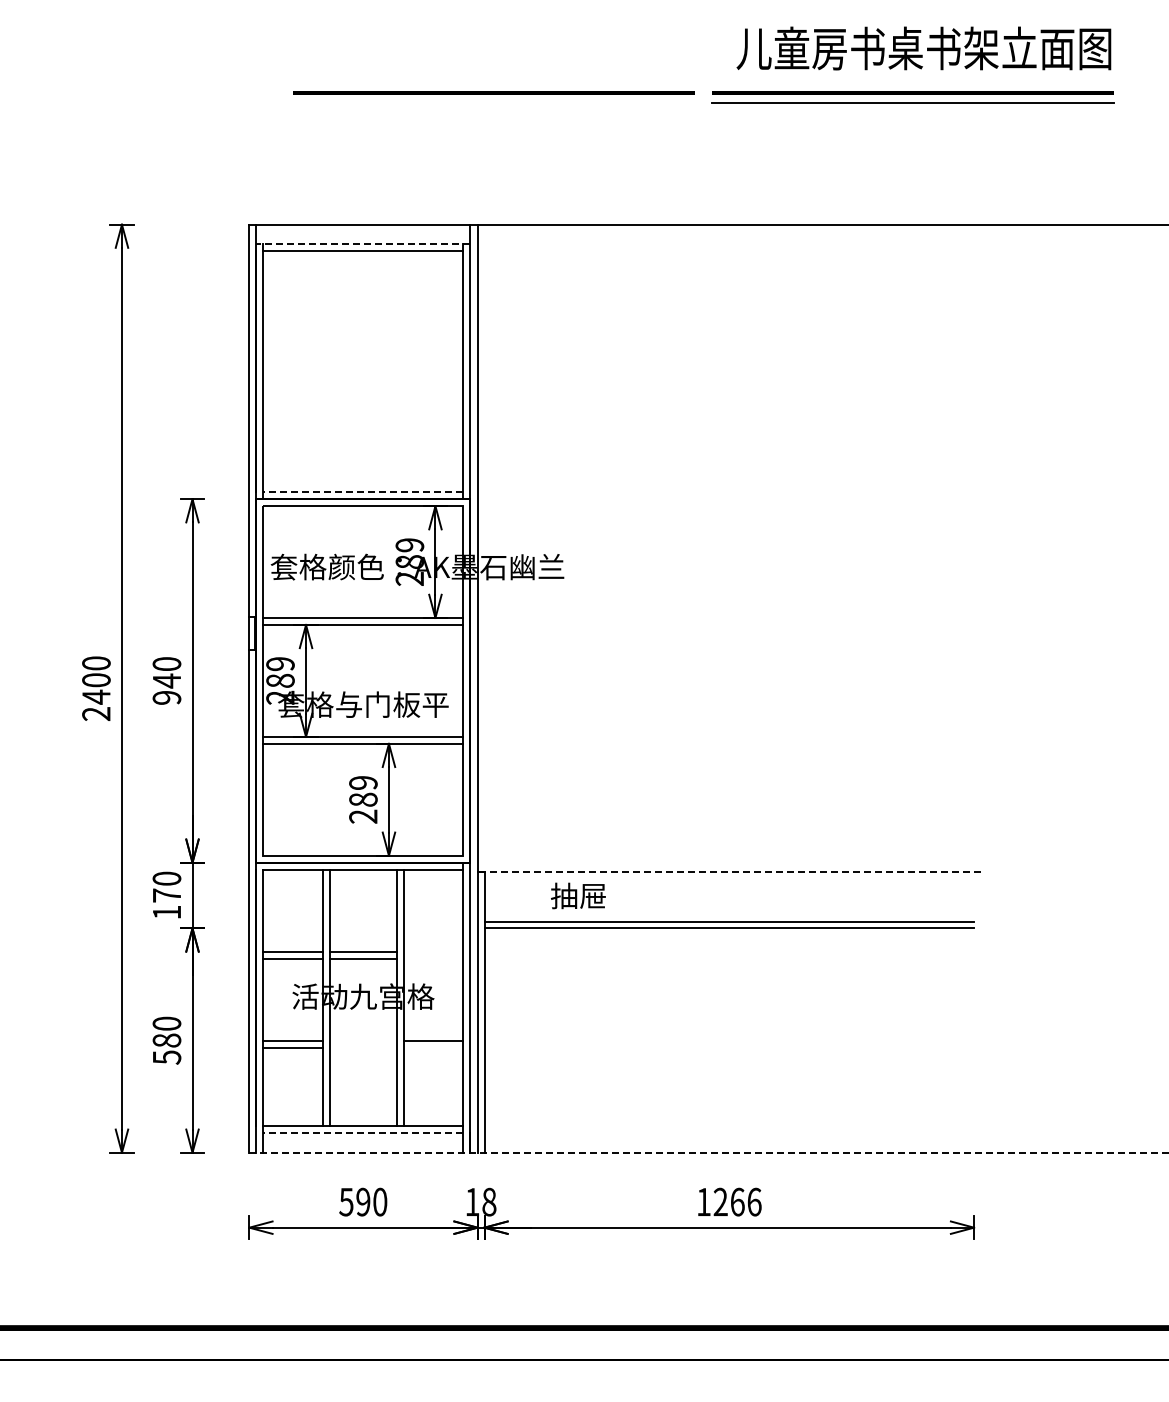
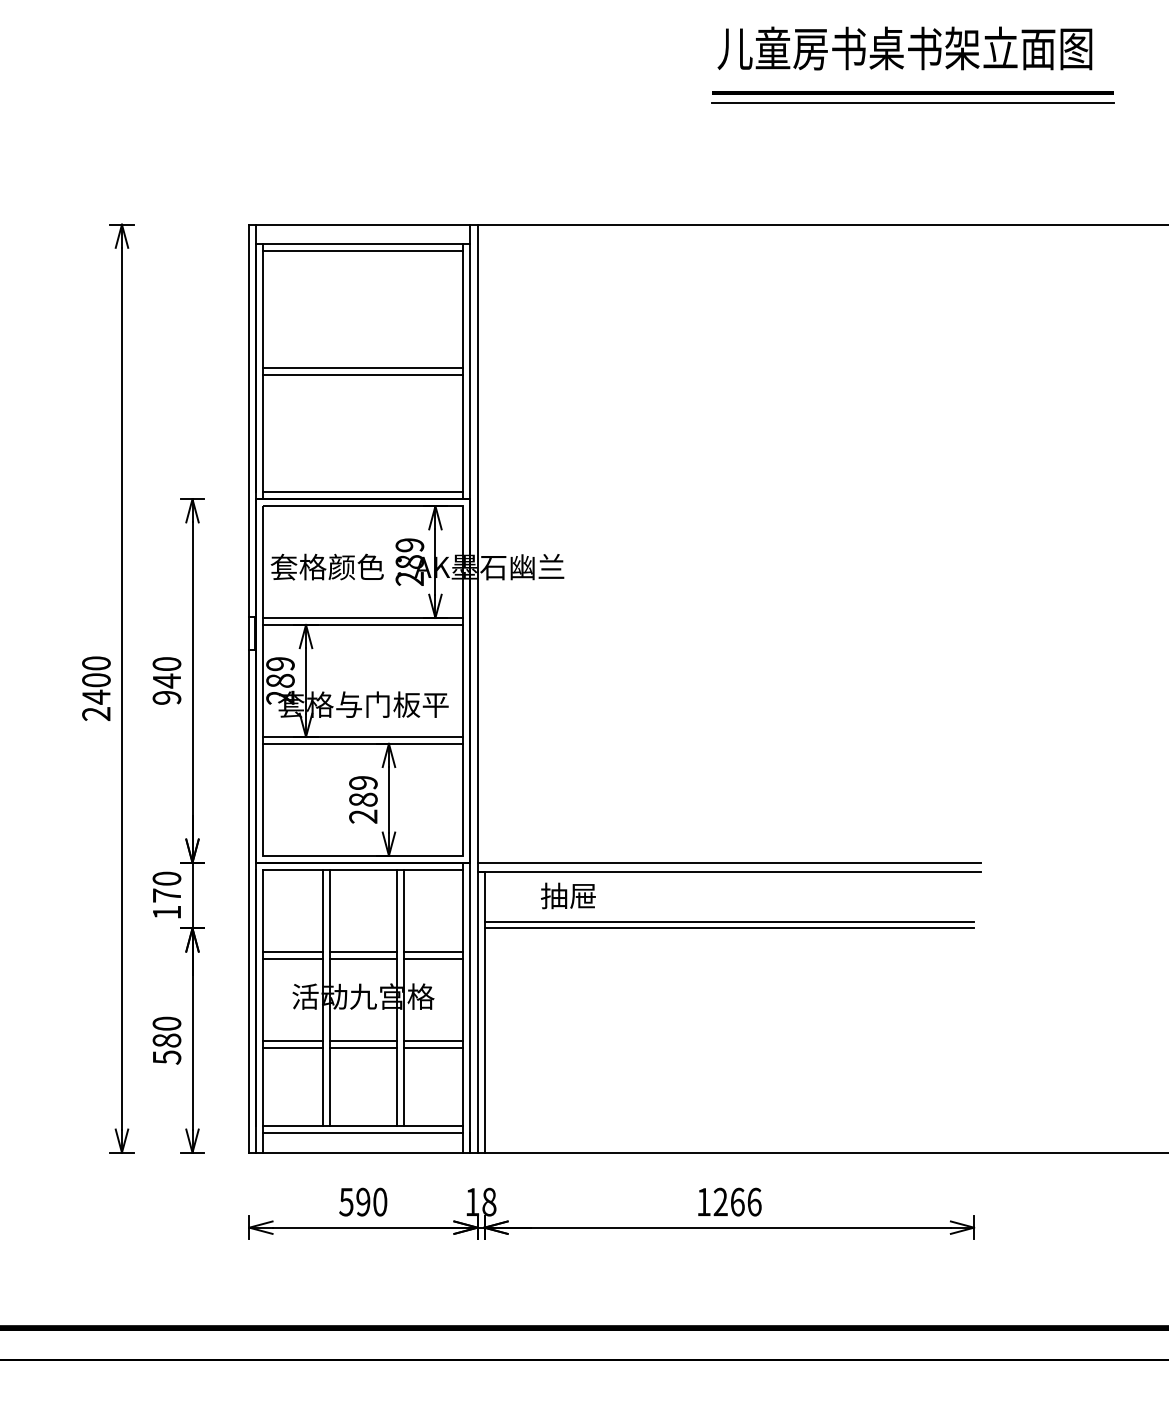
text at (923, 48) position: (923, 48) -> (904, 48)
line at (493, 92): present -> none
line at (363, 244): dashed -> solid
line at (362, 368): none -> present
line at (362, 375): none -> present
line at (363, 492): dashed -> solid
line at (729, 862): none -> present
line at (729, 872): dashed -> solid
text at (578, 895) position: (578, 895) -> (568, 895)
line at (433, 952): none -> present
line at (433, 959): none -> present
line at (363, 1041): none -> present
line at (363, 1048): none -> present
line at (433, 1048): none -> present
line at (363, 1133): dashed -> solid
line at (709, 1152): dashed -> solid
